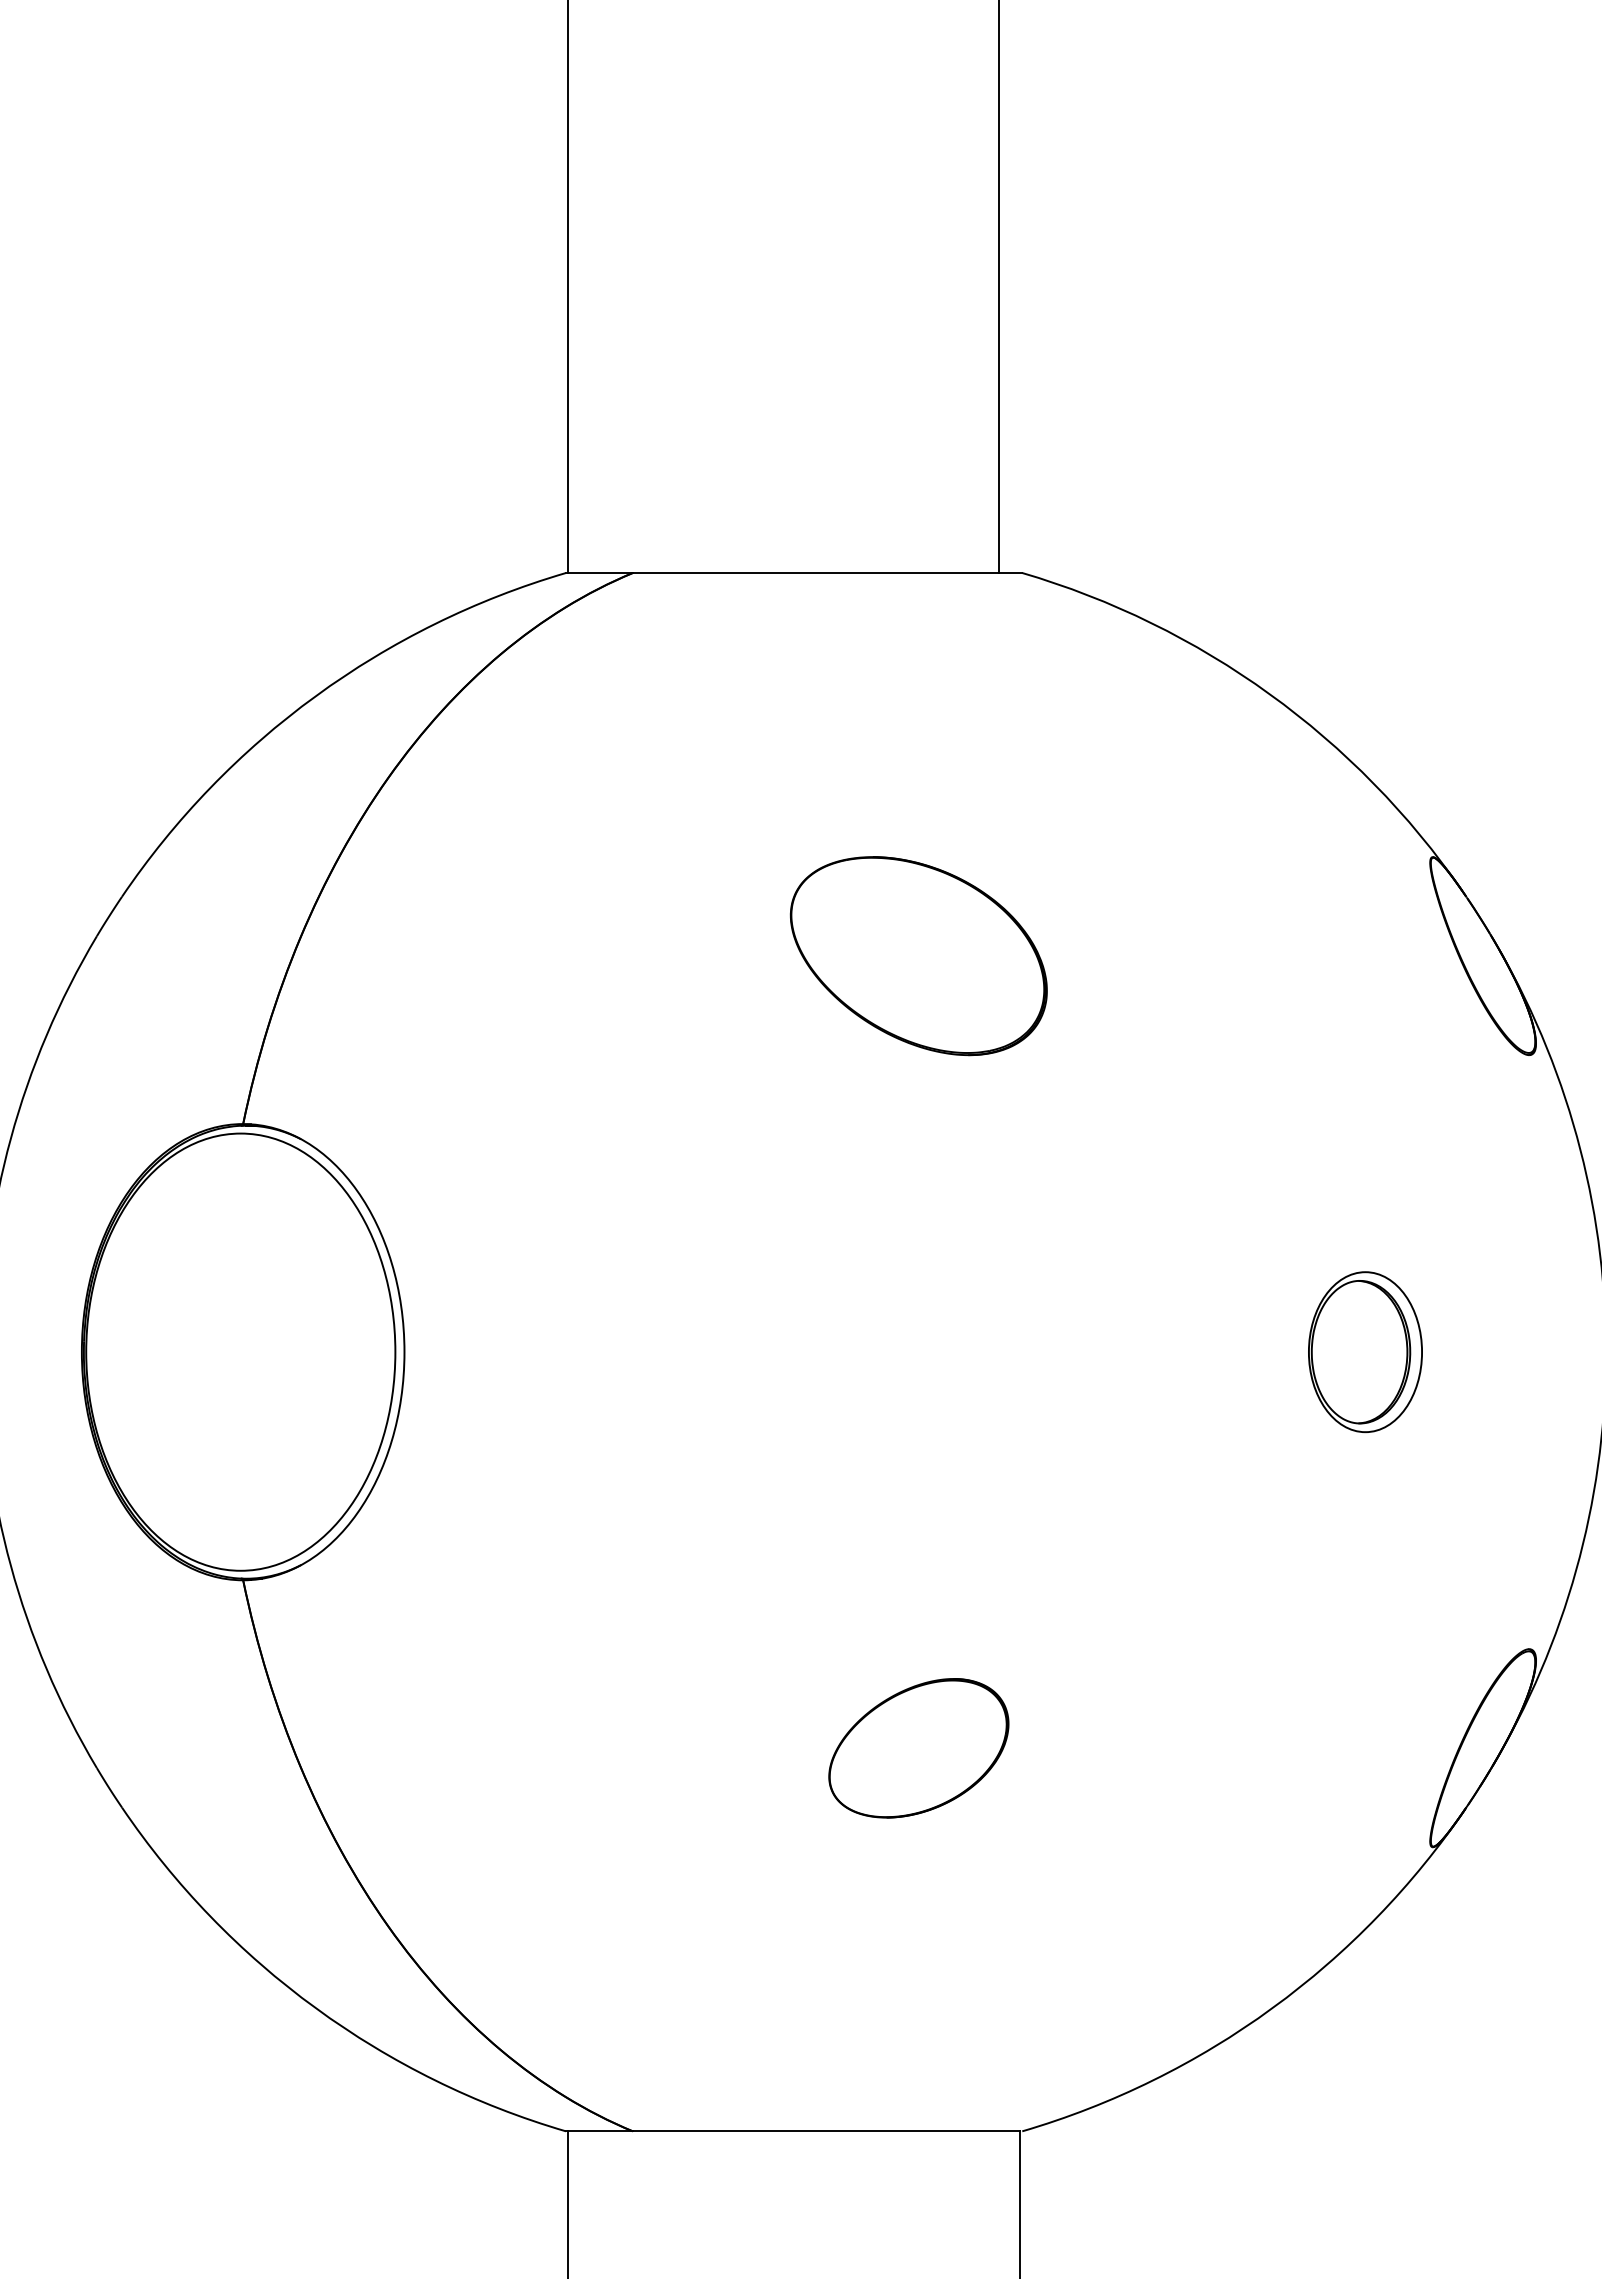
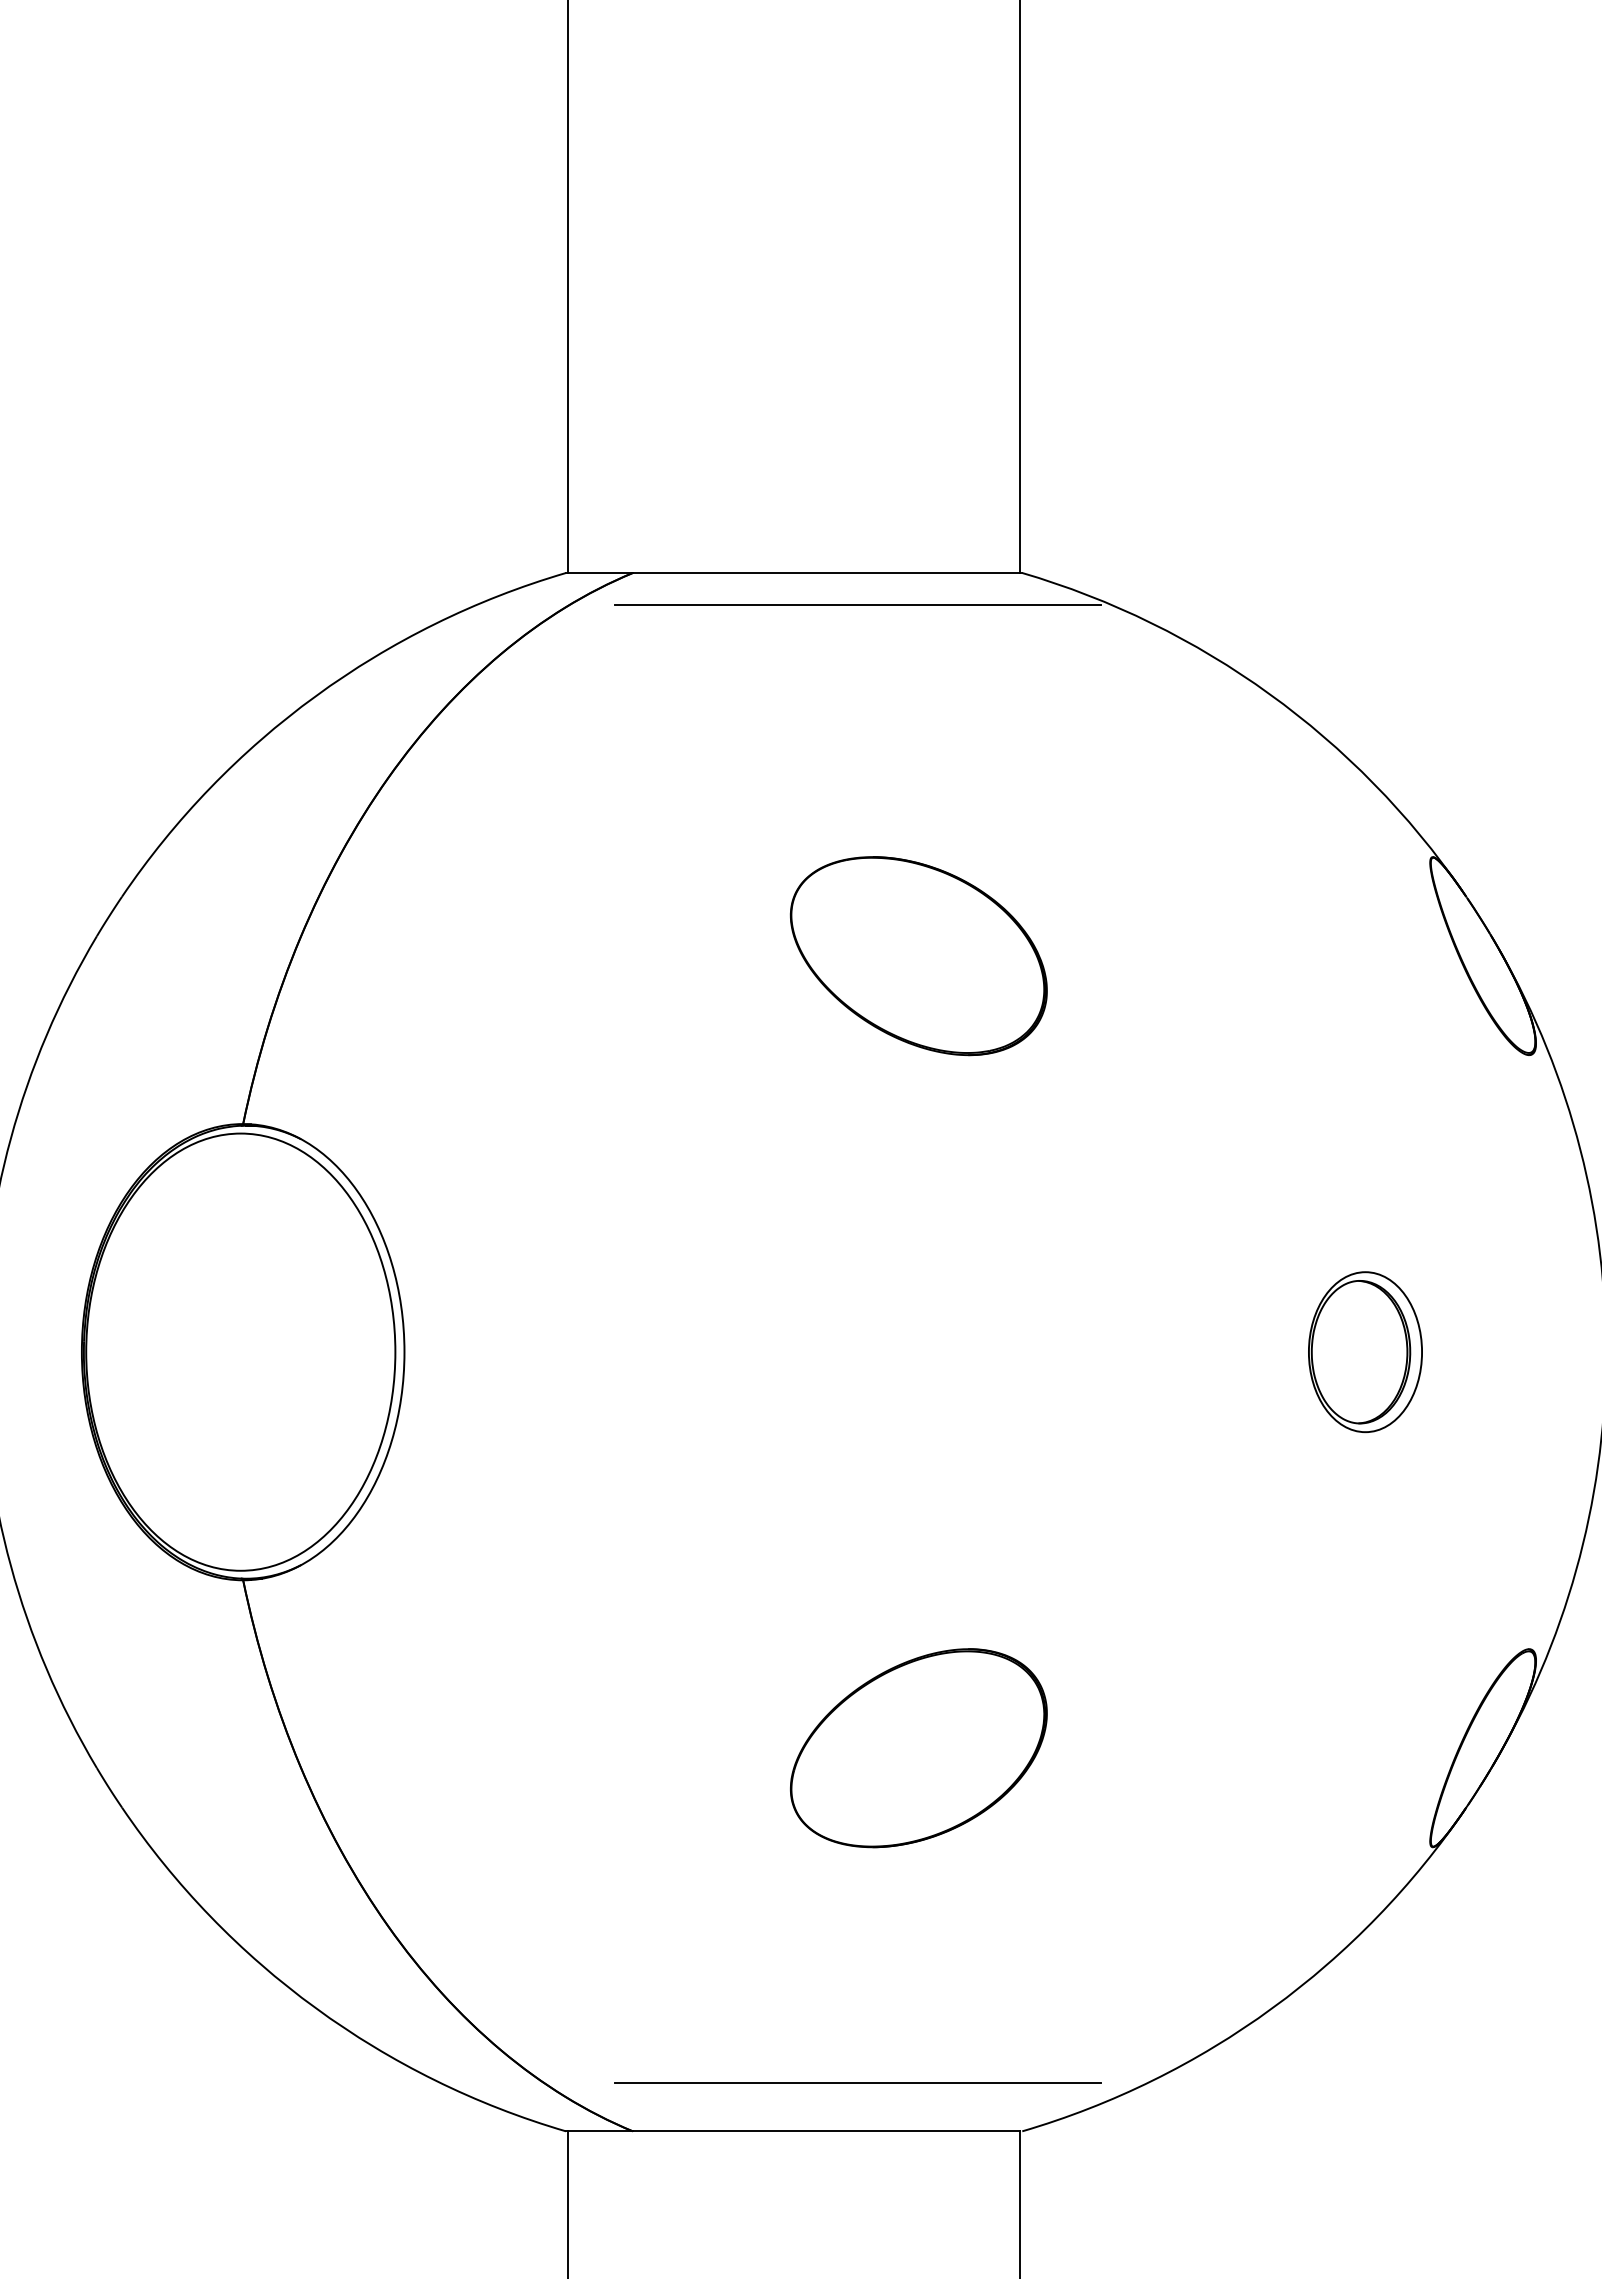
line at (998, 287) position: (998, 287) -> (1019, 287)
line at (857, 605): none -> present
part at (918, 1748) size: 182x141 px -> 258x201 px
line at (857, 2082): none -> present
